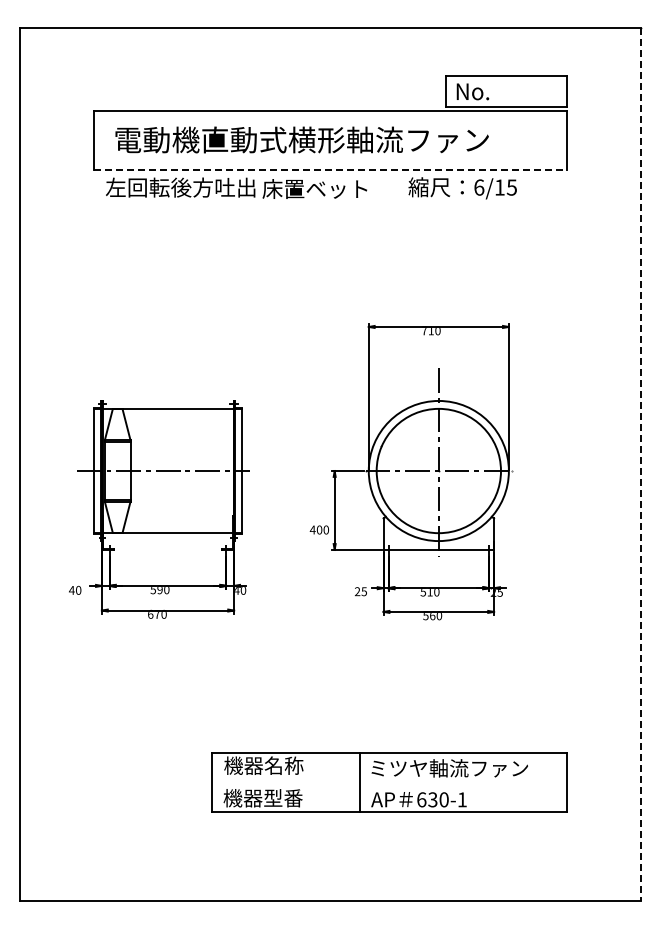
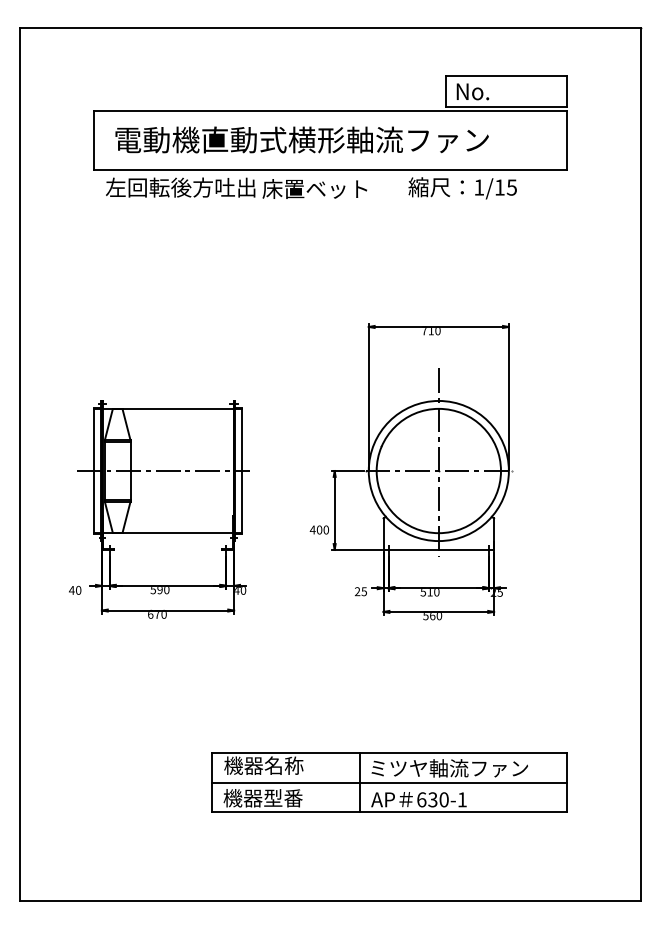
line at (330, 170): dashed -> solid
text at (479, 187): 6/15 -> 1/15
line at (641, 464): dashed -> solid
line at (389, 782): none -> present
